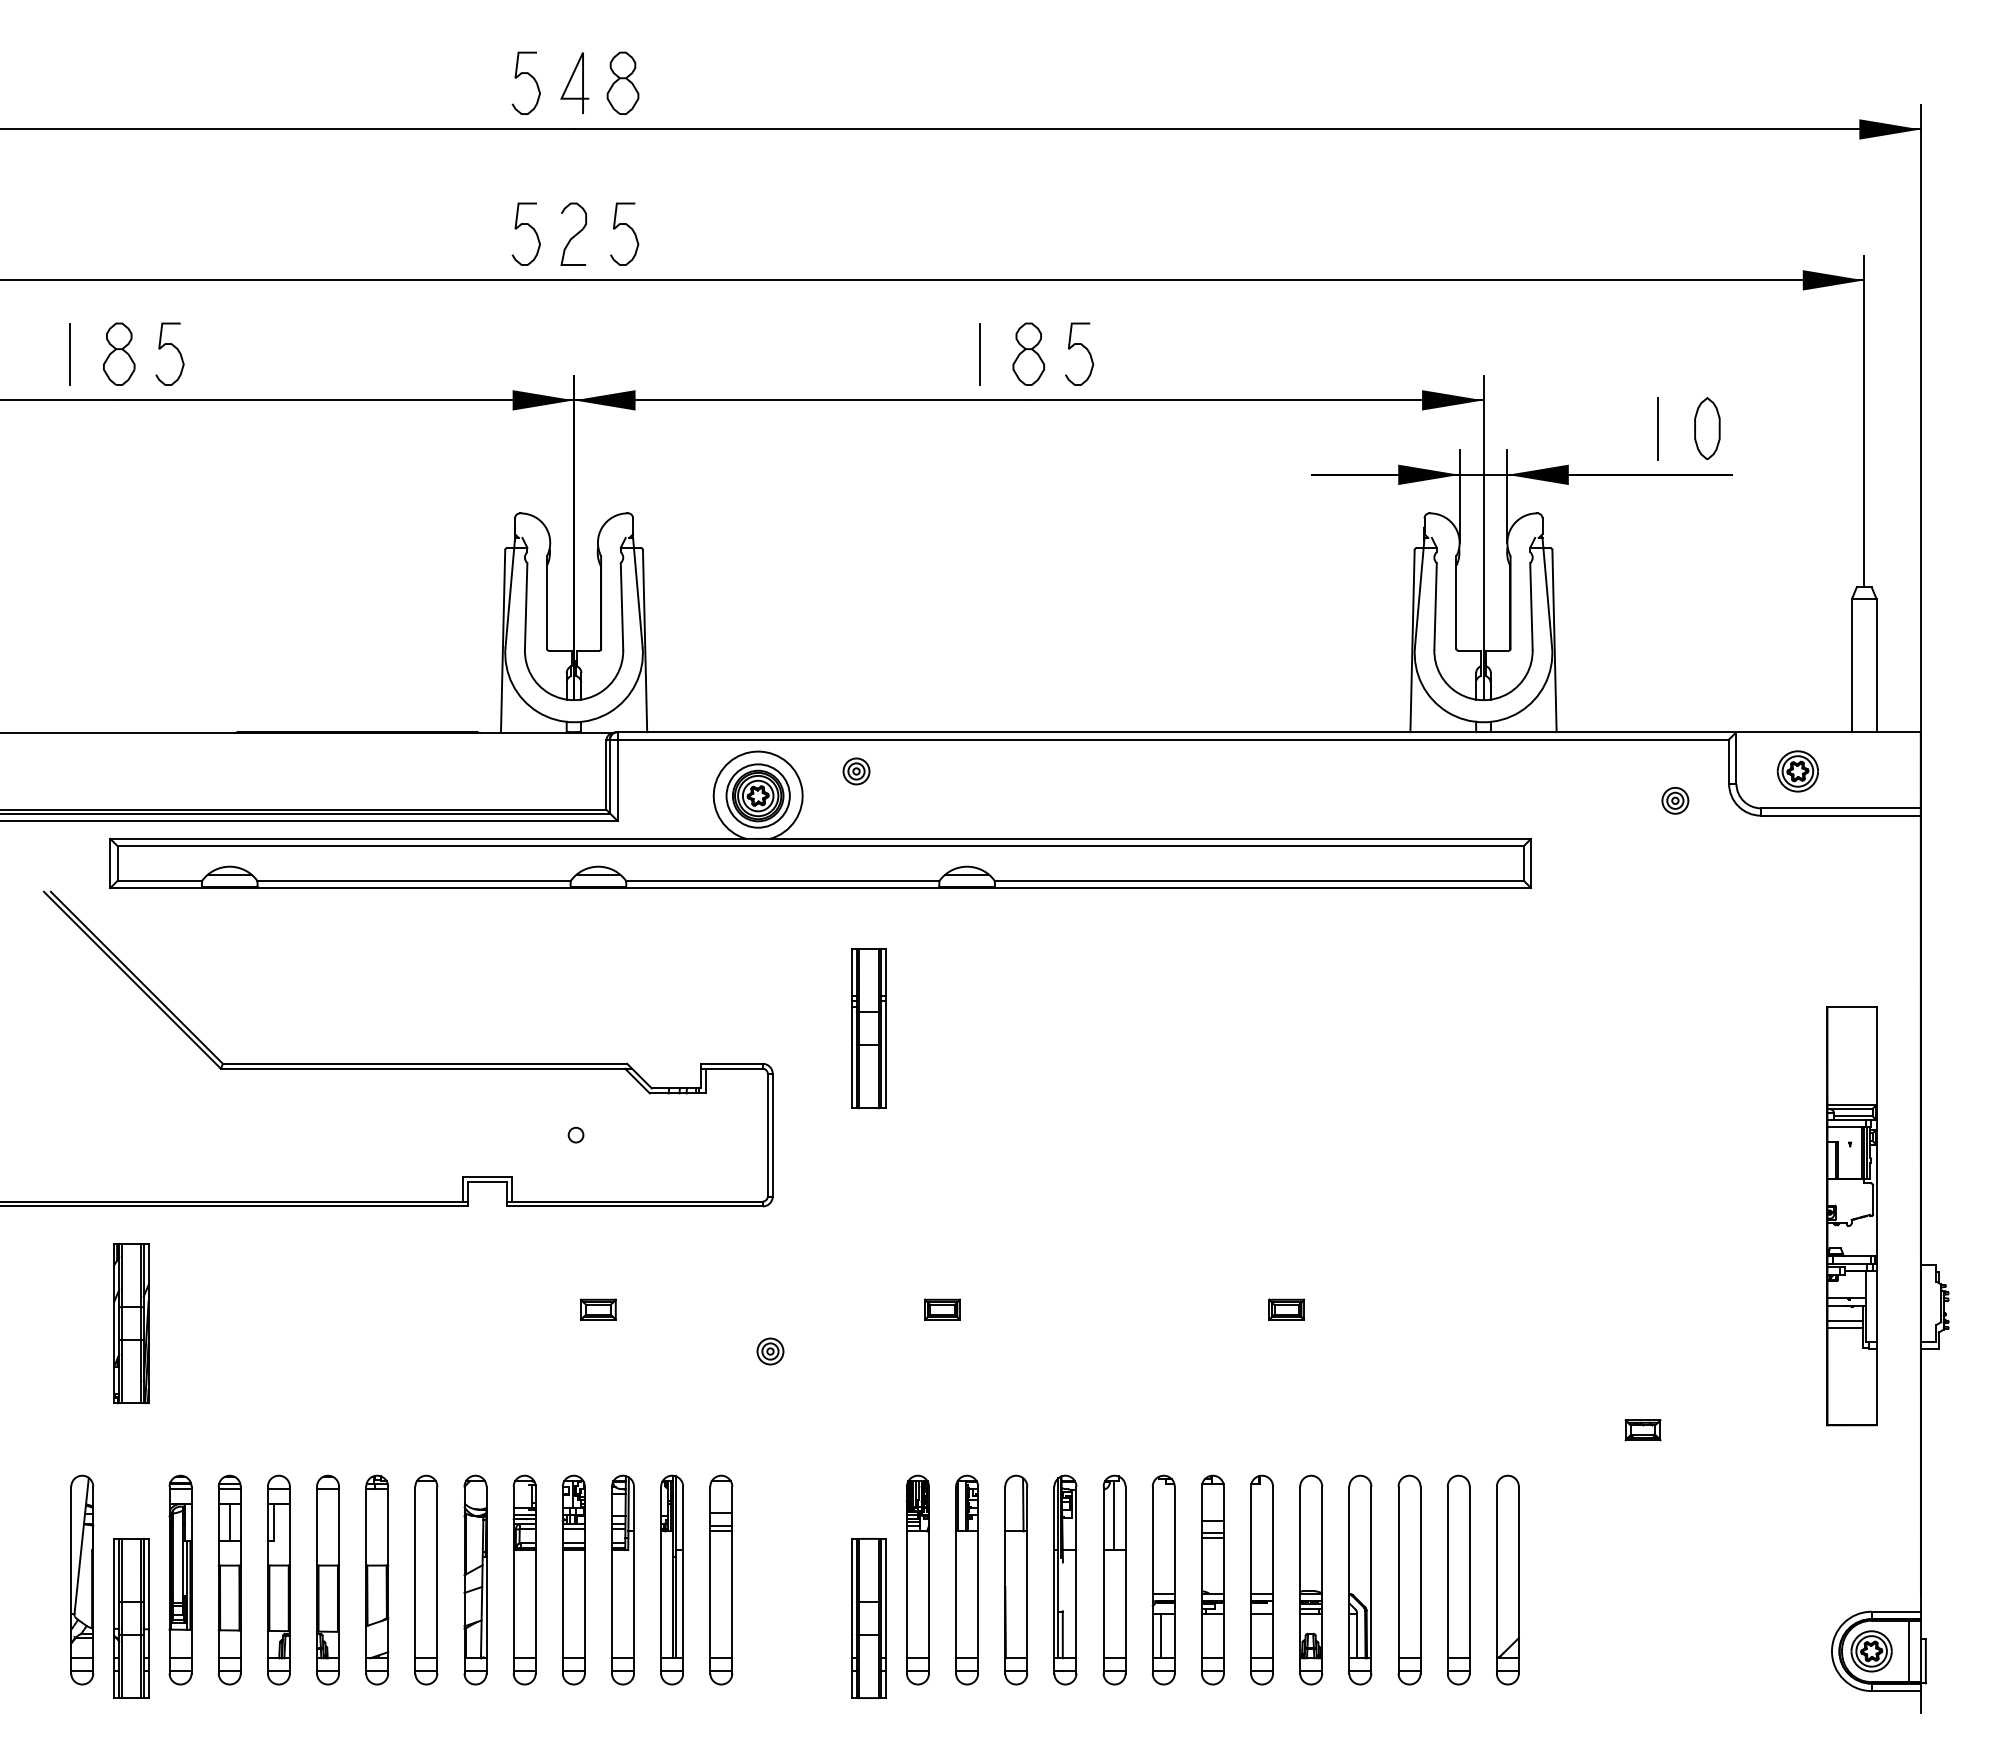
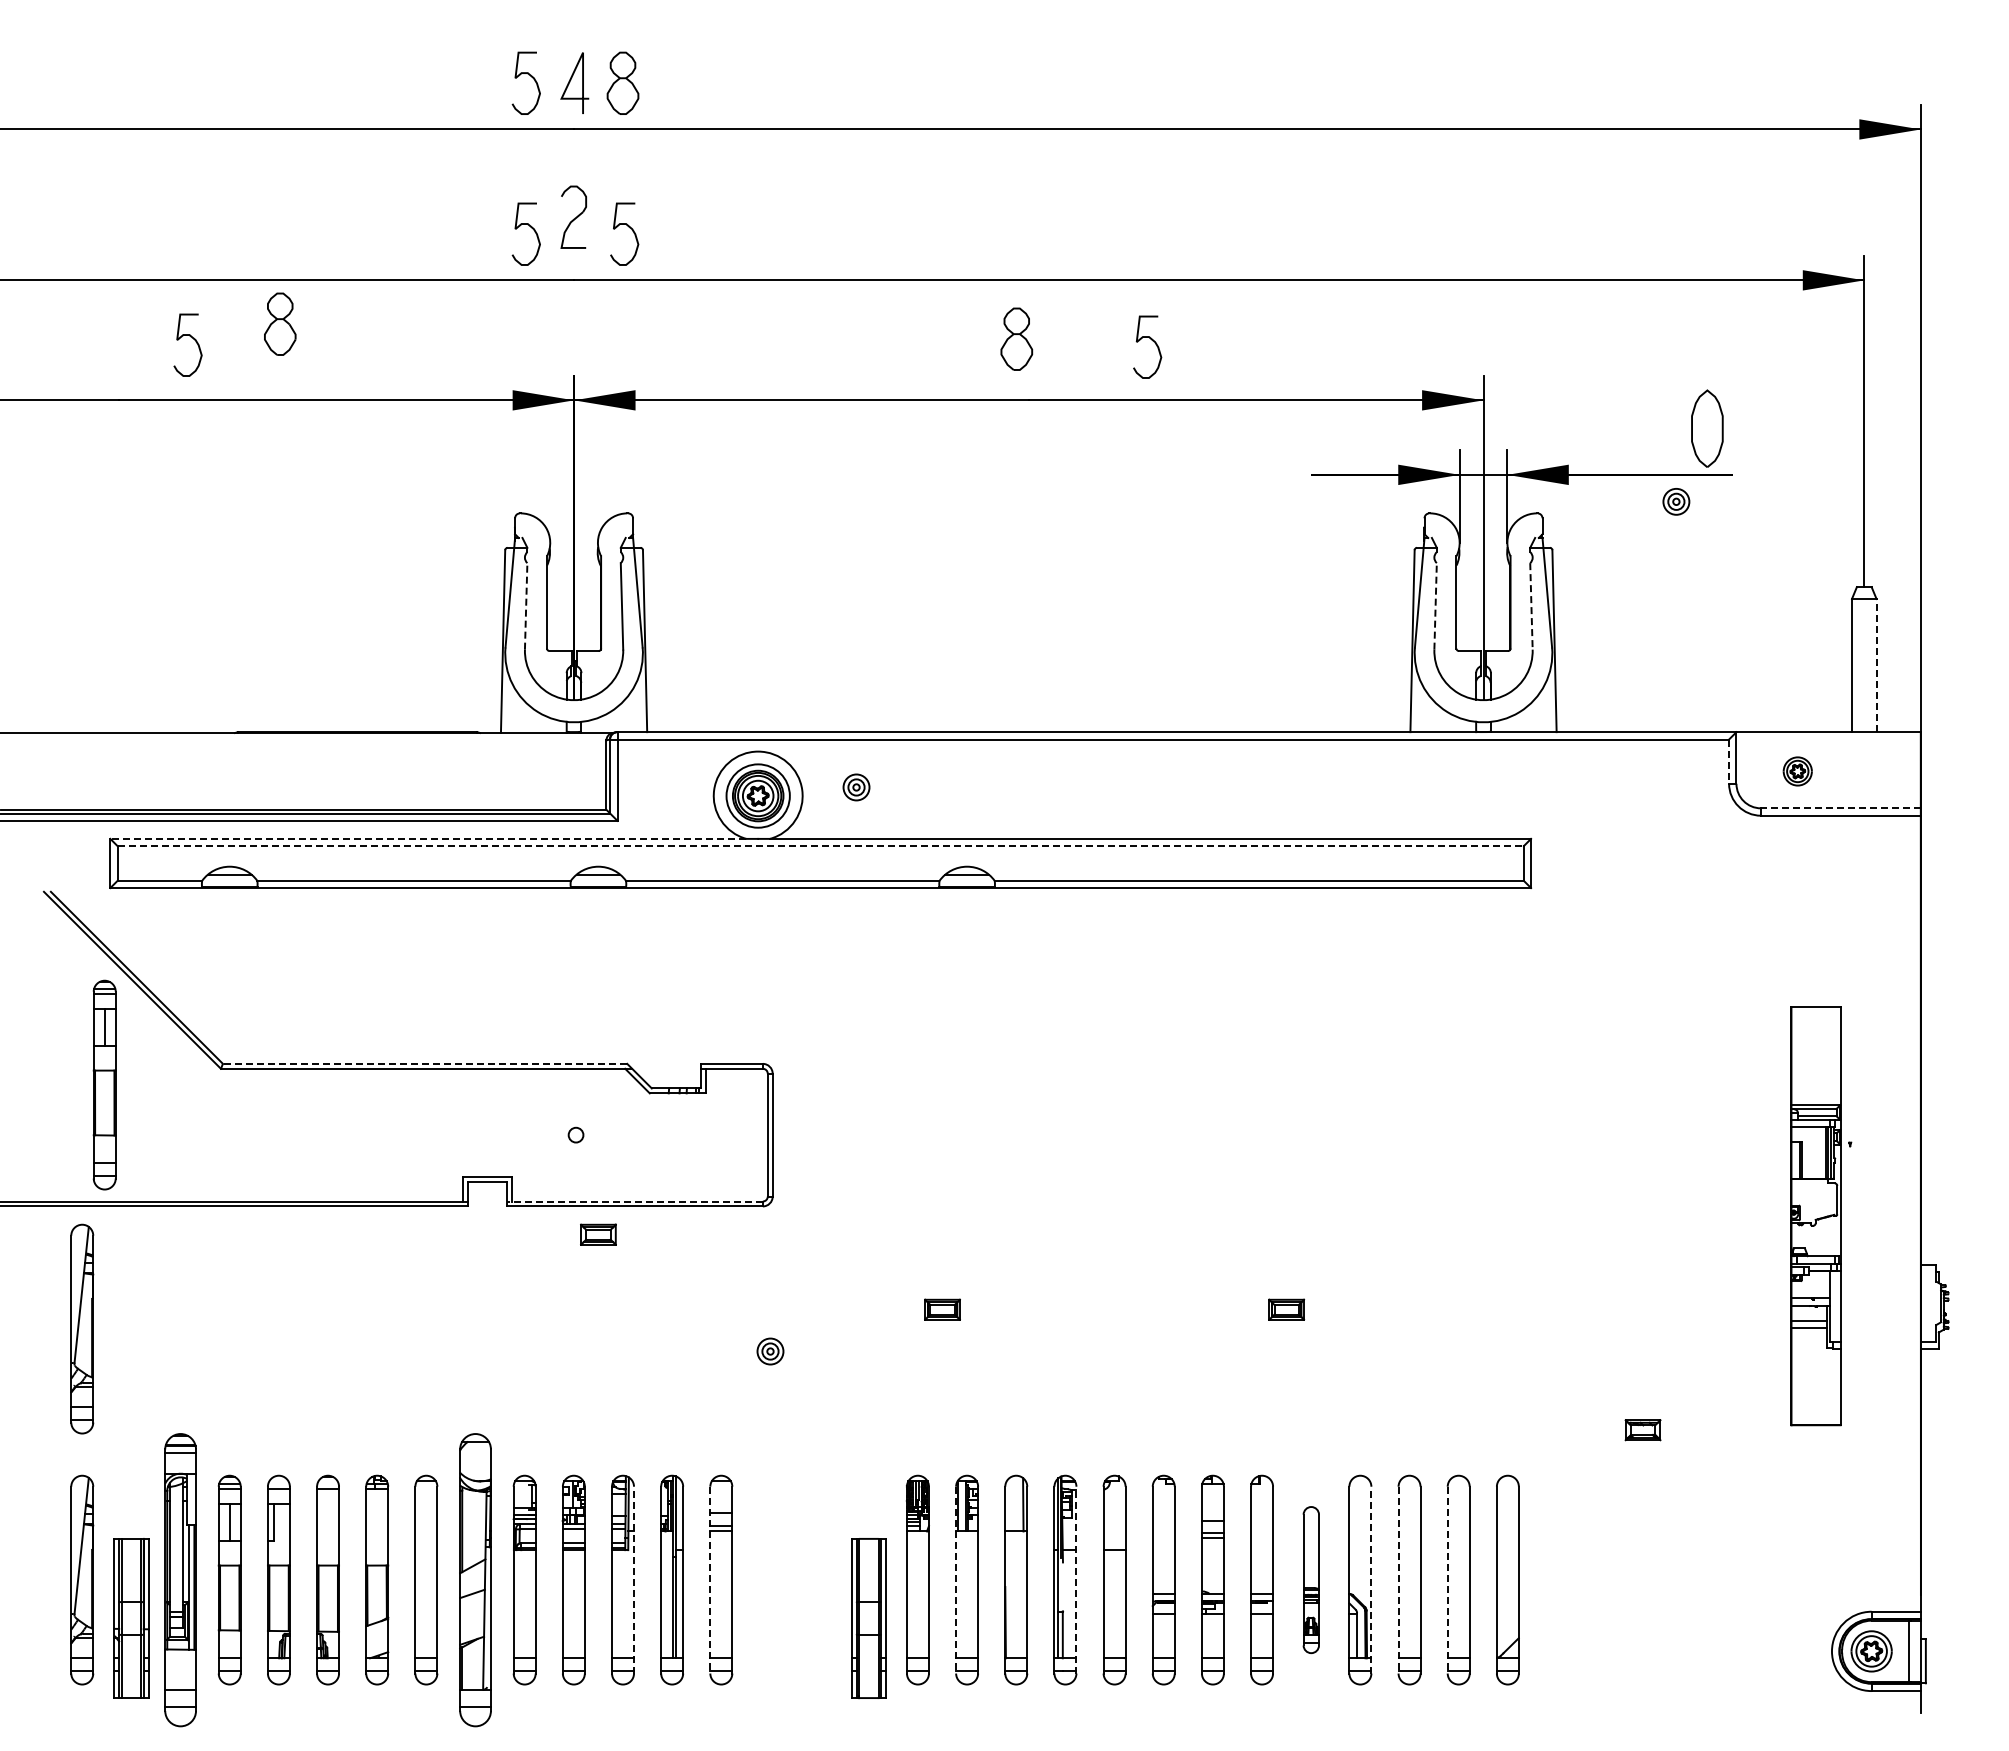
part at (573, 233) position: (573, 233) -> (573, 216)
curve at (172, 346) position: (172, 346) -> (190, 337)
curve at (1084, 348) position: (1084, 348) -> (1152, 341)
line at (70, 353): present -> none
part at (119, 353) position: (119, 353) -> (280, 323)
line at (979, 353): present -> none
part at (1028, 353) position: (1028, 353) -> (1016, 338)
line at (1658, 428): present -> none
part at (1707, 428) size: 27x63 px -> 33x79 px
line at (526, 605): solid -> dashed
line at (1435, 605): solid -> dashed
line at (1531, 606): solid -> dashed
line at (1876, 665): solid -> dashed
line at (1729, 762): solid -> dashed
part at (856, 771) position: (856, 771) -> (856, 787)
part at (1797, 771) size: 43x43 px -> 31x31 px
part at (1675, 800) position: (1675, 800) -> (1676, 501)
line at (1840, 808): solid -> dashed
line at (427, 838): solid -> dashed
line at (821, 846): solid -> dashed
part at (868, 1028): present -> none
line at (424, 1063): solid -> dashed
part at (104, 1084): none -> present
line at (635, 1201): solid -> dashed
part at (1851, 1216) position: (1851, 1216) -> (1815, 1216)
part at (598, 1309) position: (598, 1309) -> (598, 1234)
part at (131, 1323): present -> none
part at (82, 1328): none -> present
line at (1113, 1515): present -> none
part at (180, 1579) size: 25x212 px -> 33x295 px
part at (475, 1579) size: 25x212 px -> 33x295 px
line at (634, 1579): solid -> dashed
line at (1076, 1579): solid -> dashed
part at (1311, 1579) size: 25x212 px -> 18x148 px
line at (1371, 1579): solid -> dashed
line at (710, 1580): solid -> dashed
line at (956, 1580): solid -> dashed
line at (1398, 1580): solid -> dashed
line at (1447, 1580): solid -> dashed
line at (1161, 1635): present -> none
